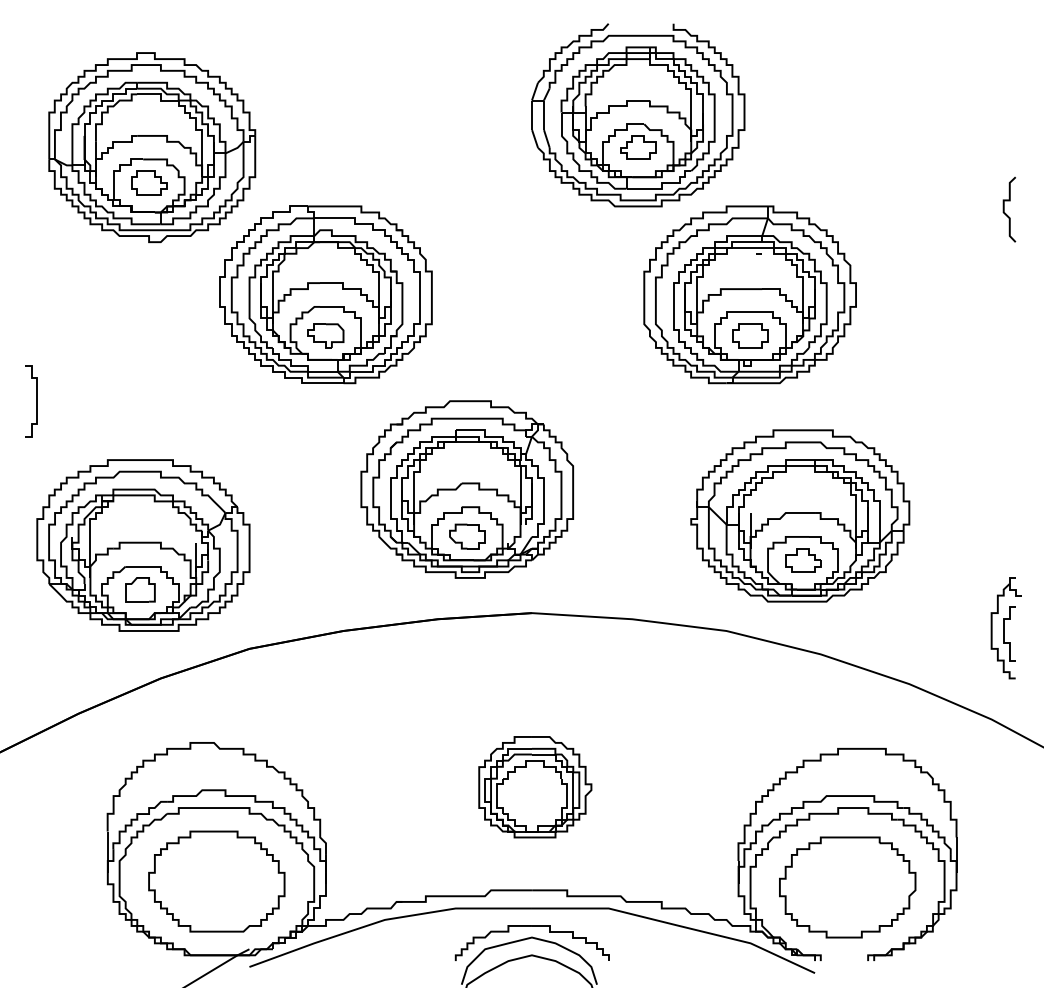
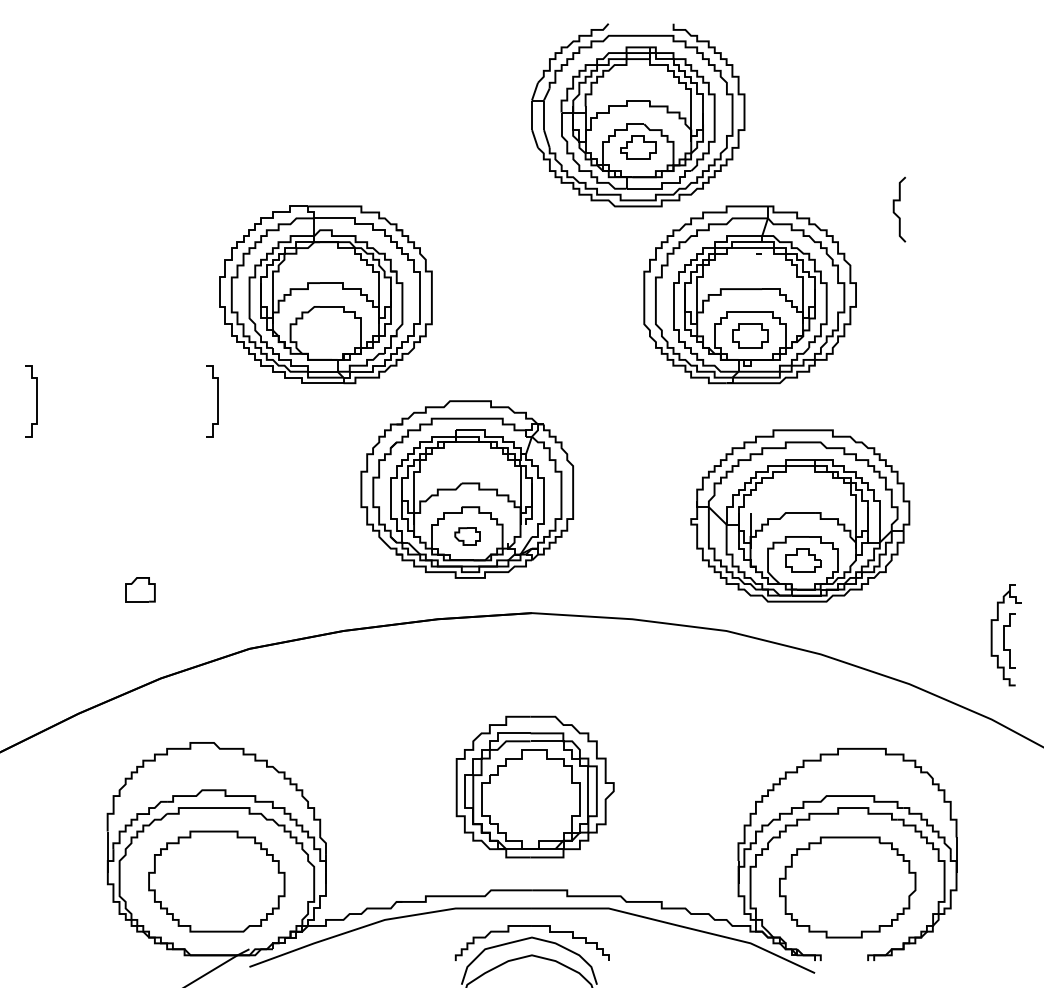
part at (152, 147): present -> none
curve at (1004, 209) position: (1004, 209) -> (894, 209)
part at (325, 335): present -> none
curve at (217, 401): none -> present
part at (467, 536) size: 37x27 px -> 27x19 px
part at (143, 545): present -> none
part at (1005, 628) position: (1005, 628) -> (1005, 635)
part at (535, 787) size: 115x103 px -> 160x144 px
